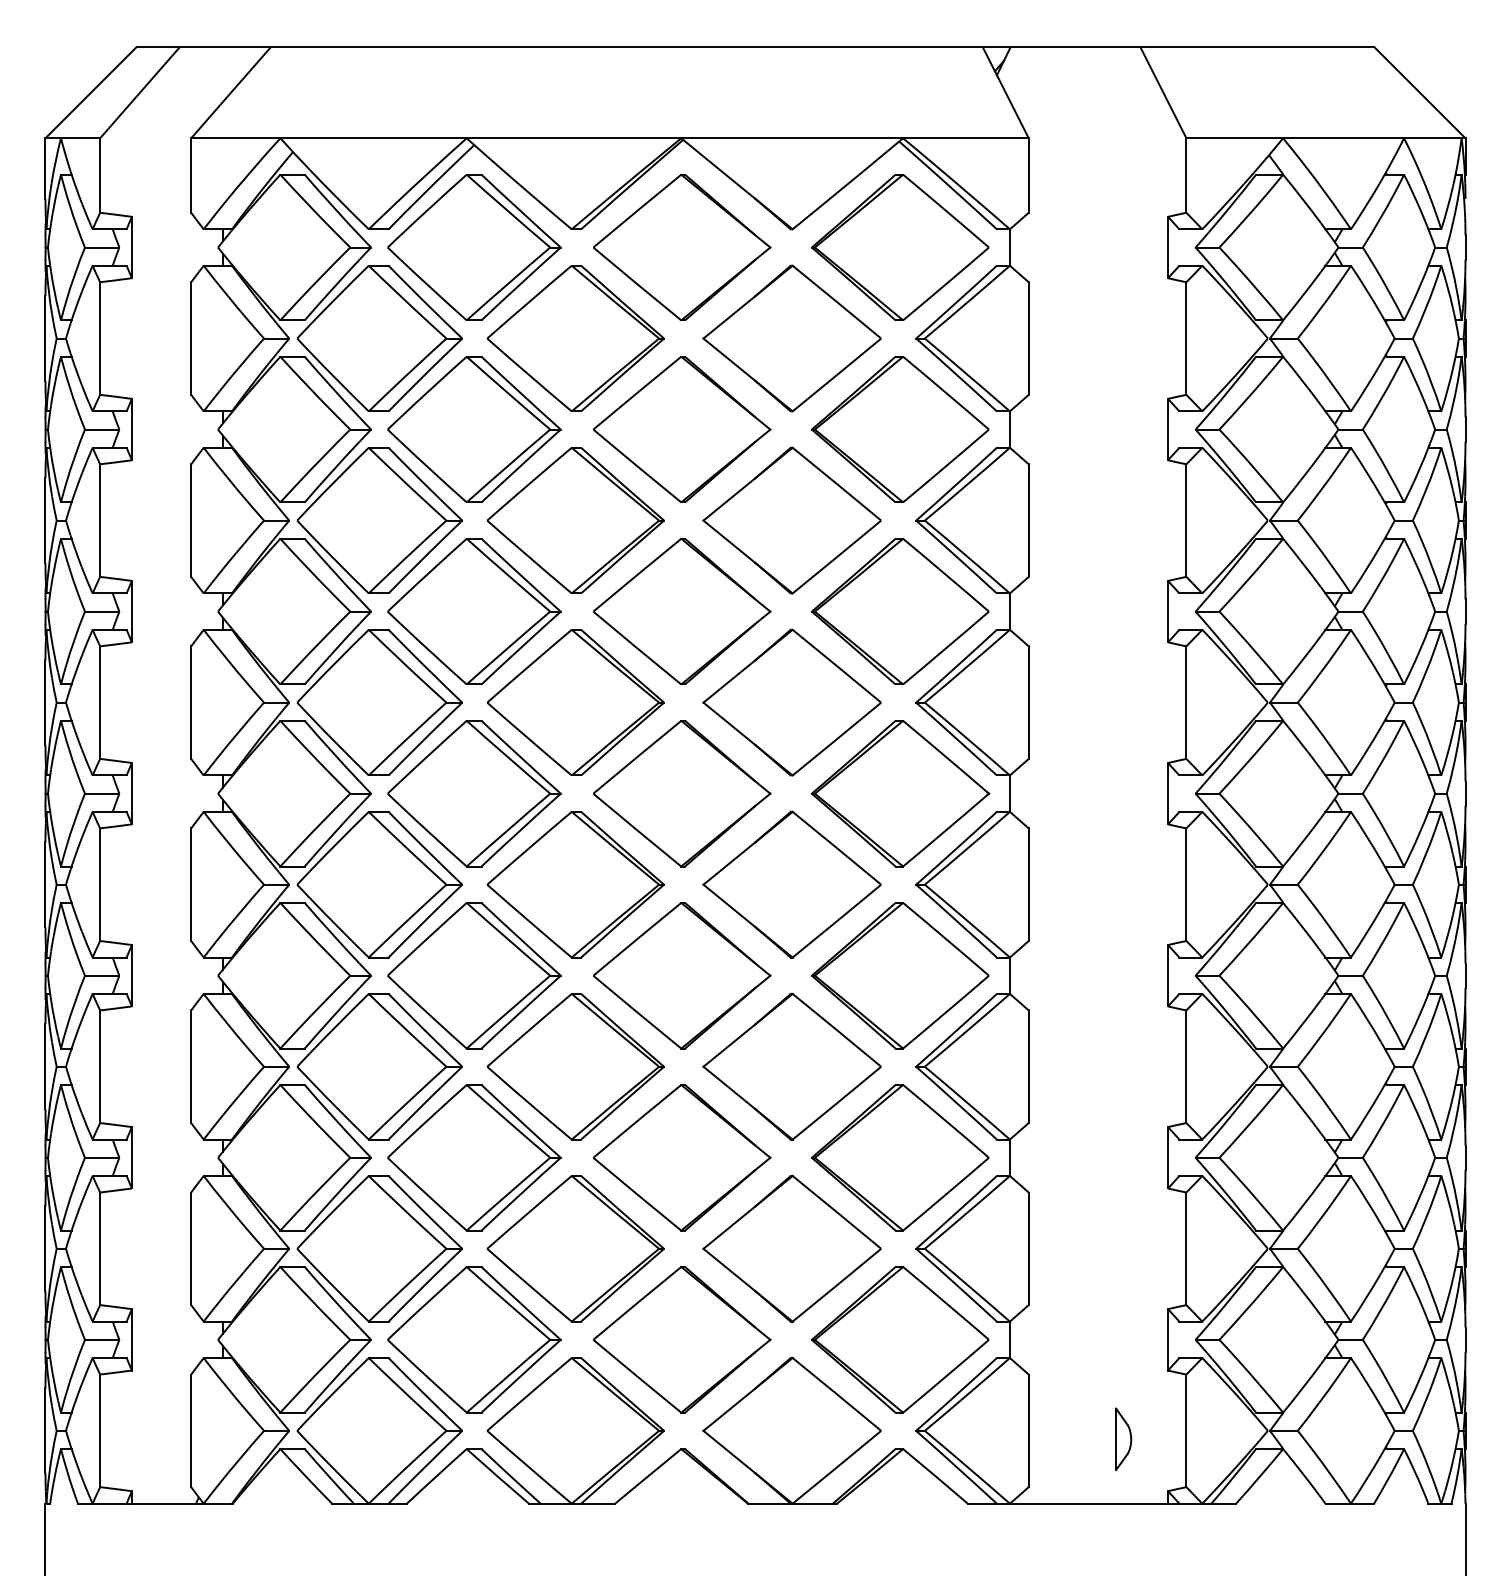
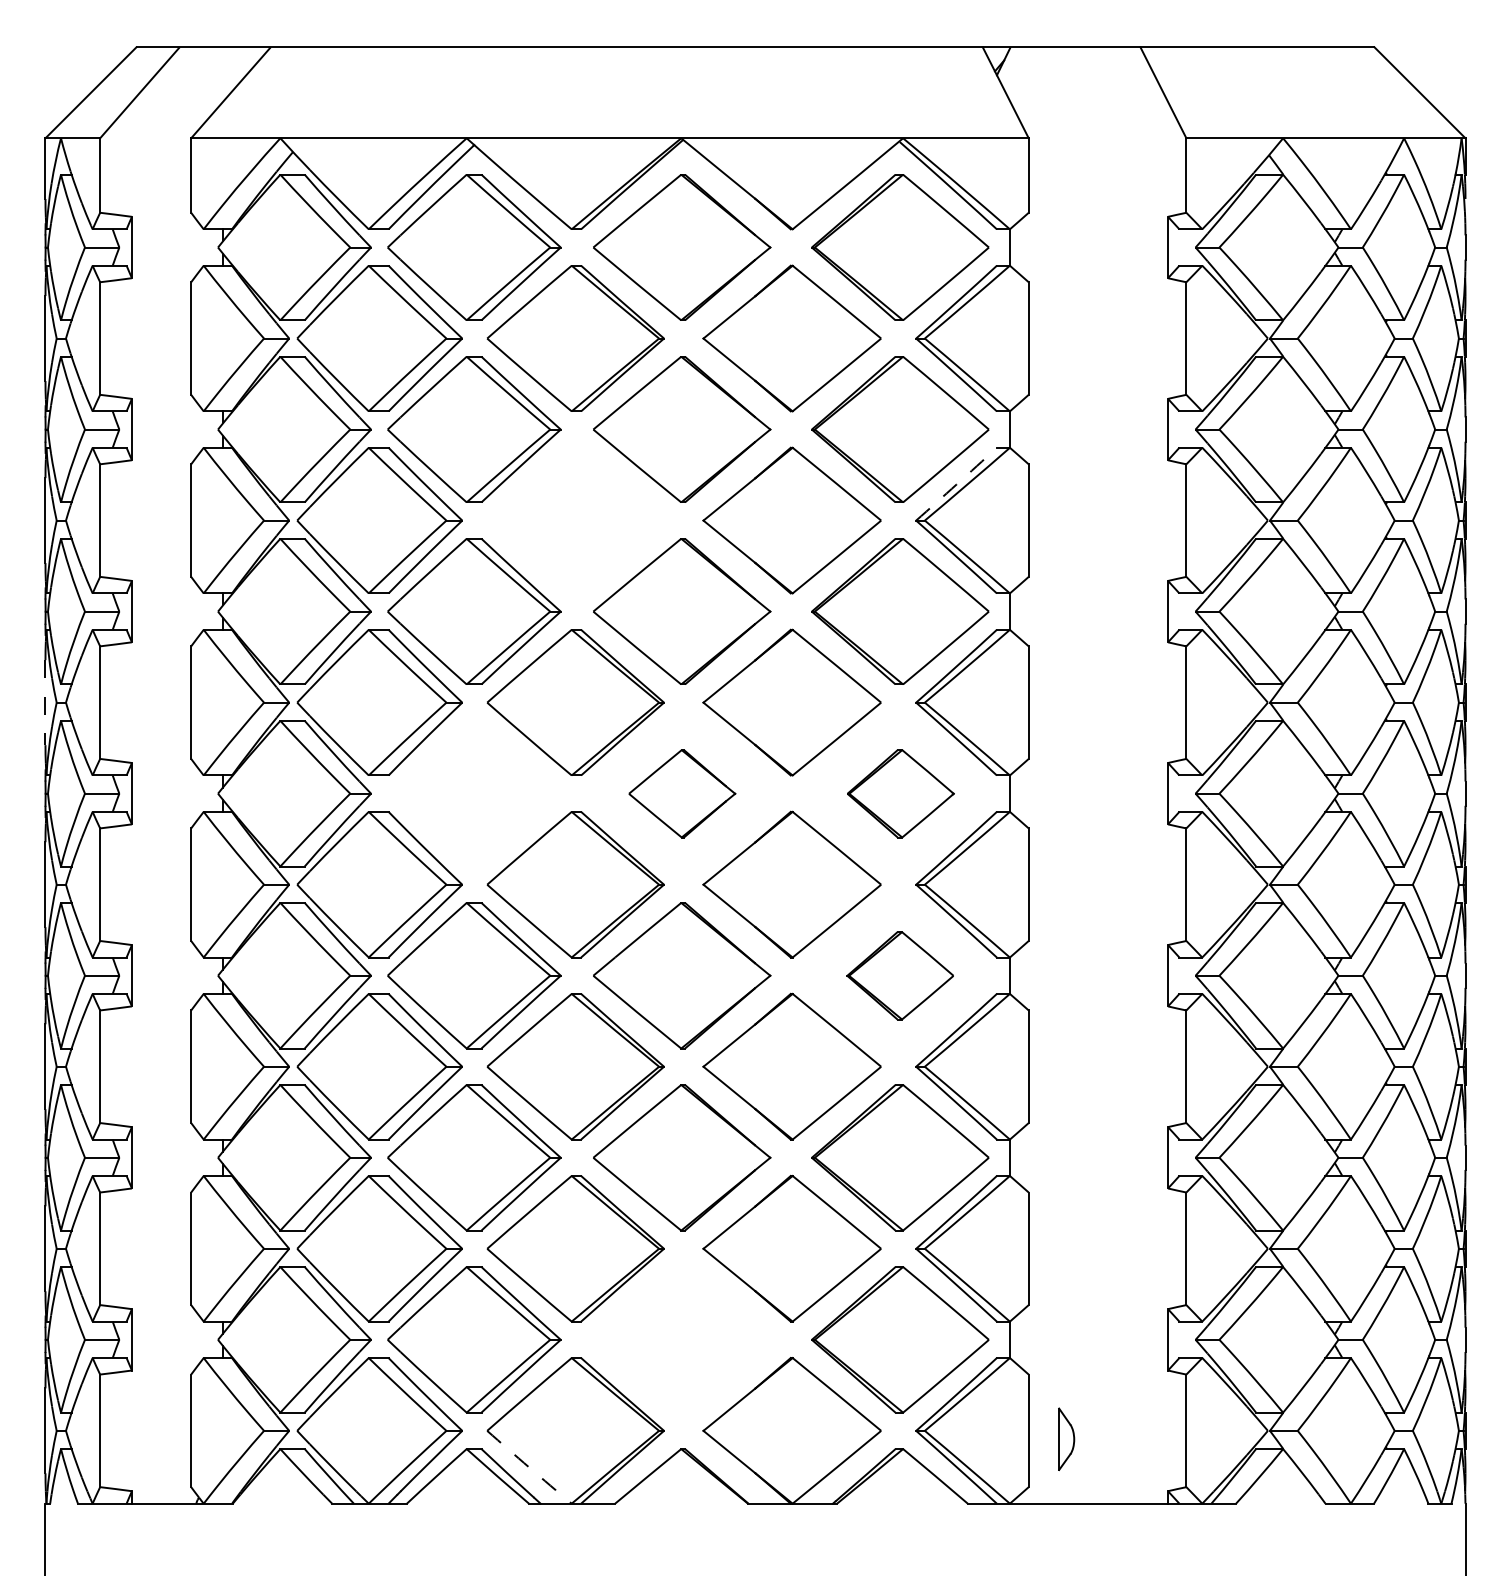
arc at (956, 484): solid -> dashed
part at (575, 520): present -> none
line at (45, 703): solid -> dashed
part at (474, 793): present -> none
part at (682, 793) size: 179x148 px -> 109x90 px
part at (900, 793) size: 180x148 px -> 108x90 px
part at (900, 975) size: 179x148 px -> 108x90 px
part at (682, 1339): present -> none
part at (1123, 1438) position: (1123, 1438) -> (1066, 1438)
arc at (529, 1467): solid -> dashed
